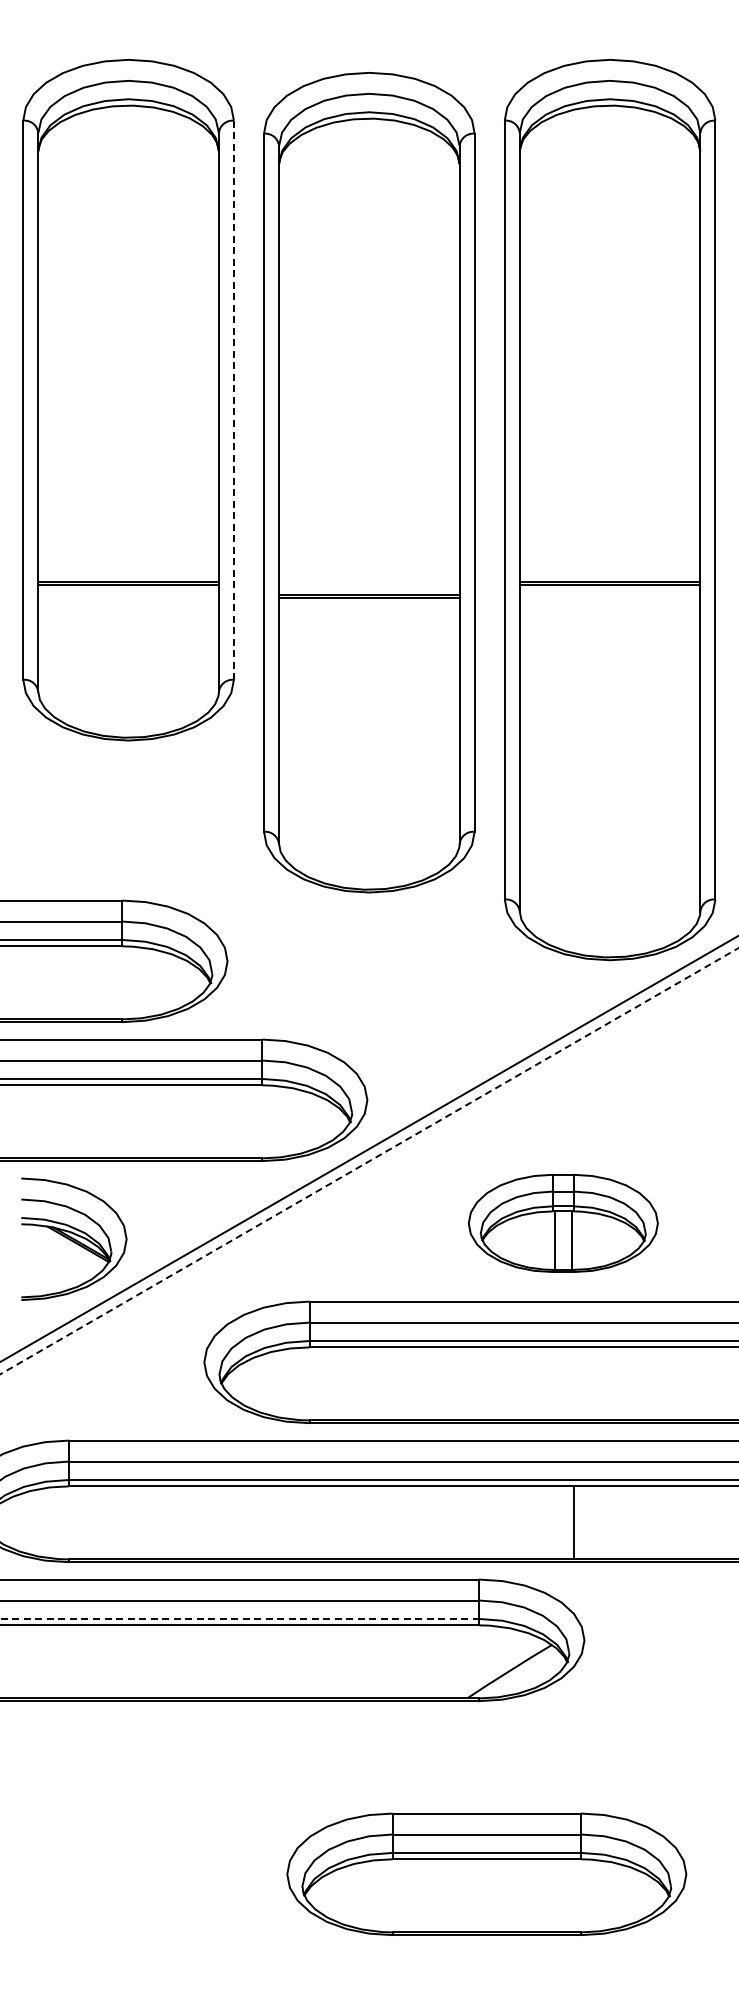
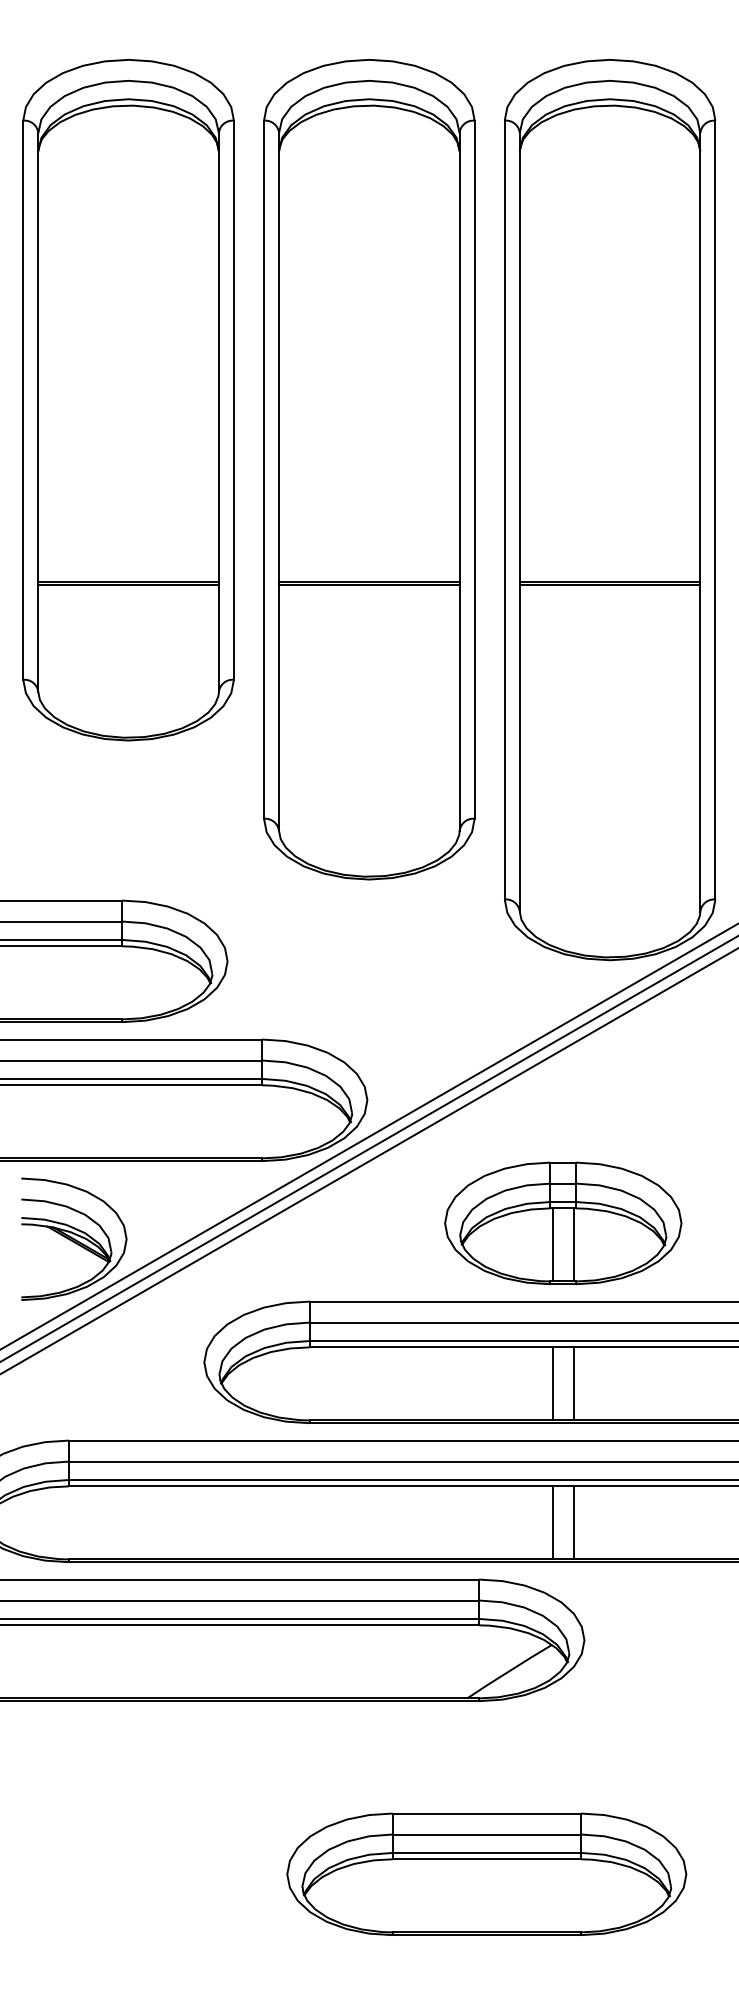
line at (233, 400): dashed -> solid
part at (369, 482) position: (369, 482) -> (369, 469)
line at (368, 1136): none -> present
line at (369, 1161): dashed -> solid
part at (562, 1222) size: 192x100 px -> 239x125 px
line at (552, 1383): none -> present
line at (573, 1383): none -> present
line at (552, 1522): none -> present
line at (240, 1618): dashed -> solid
